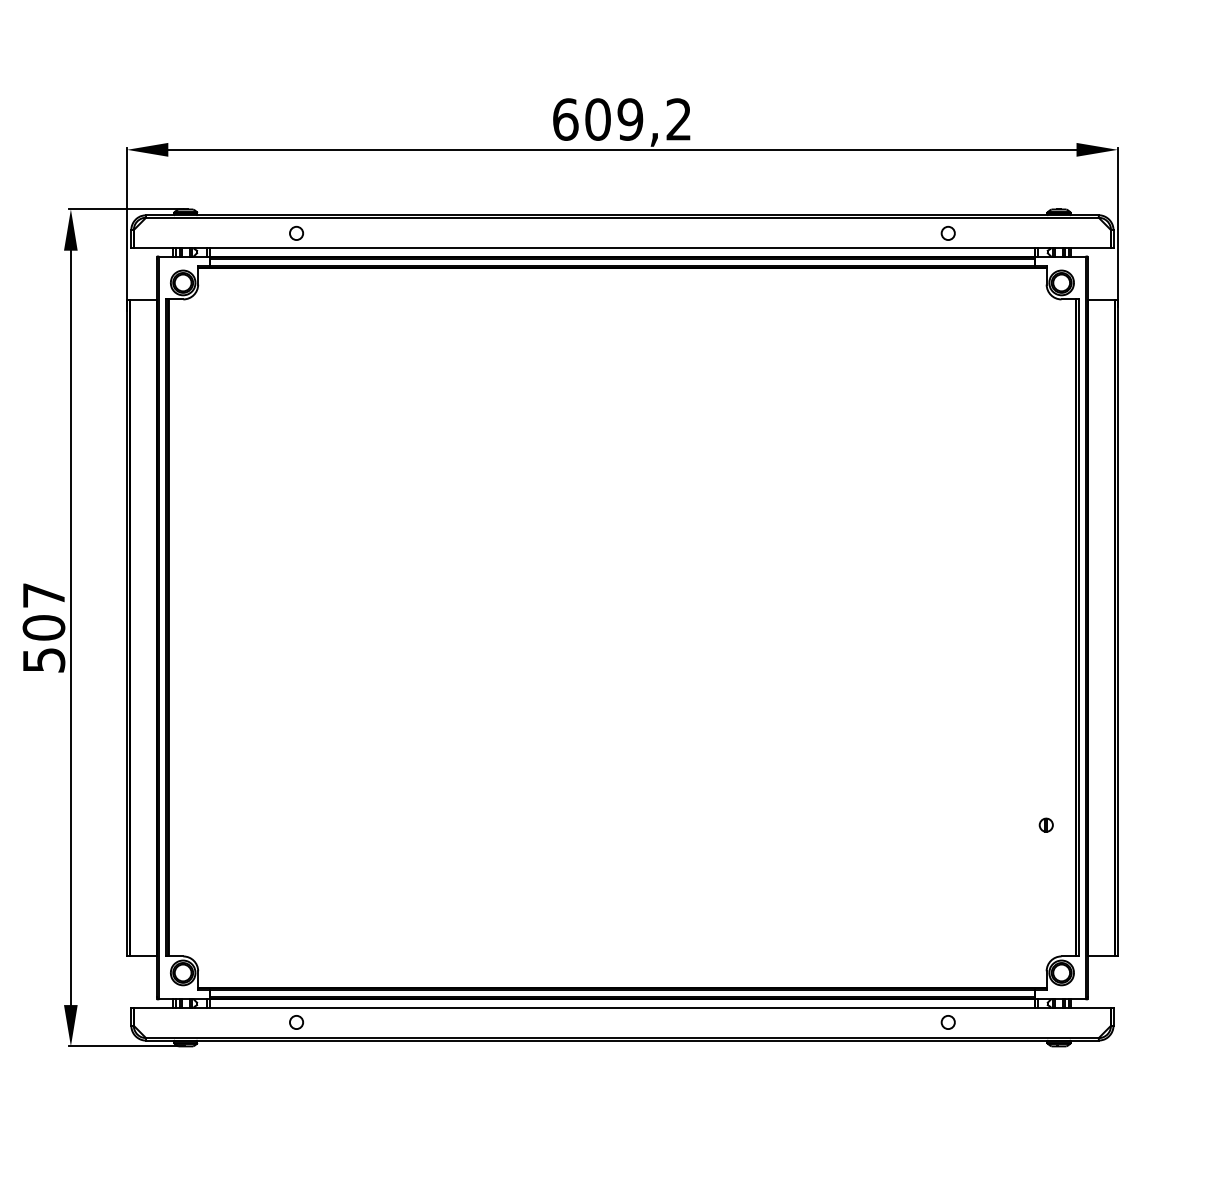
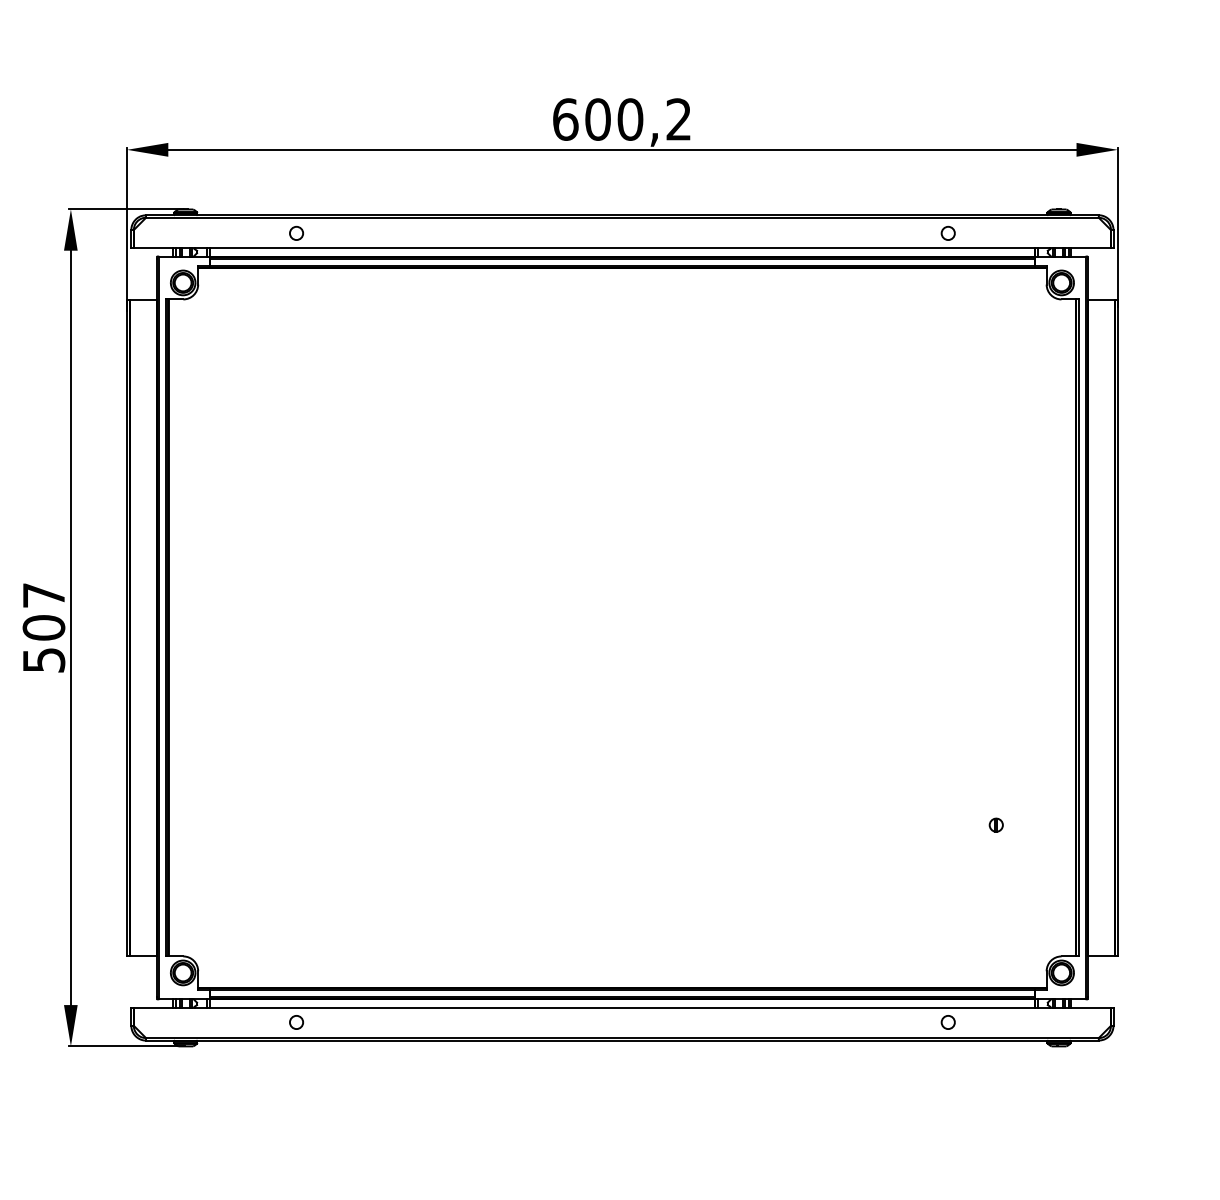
text at (630, 119): 609,2 -> 600,2
part at (1045, 824) position: (1045, 824) -> (995, 824)
